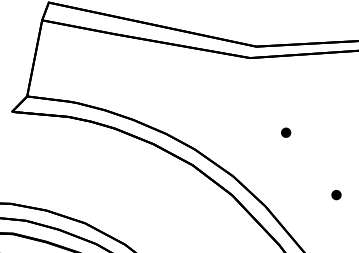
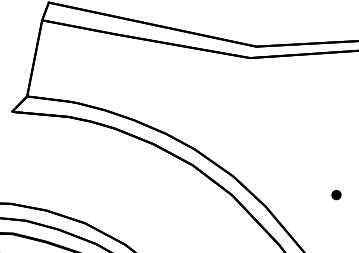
part at (286, 132): present -> none
